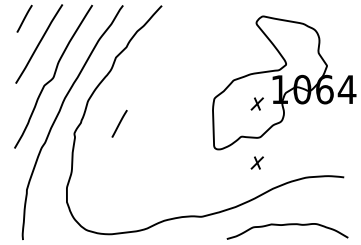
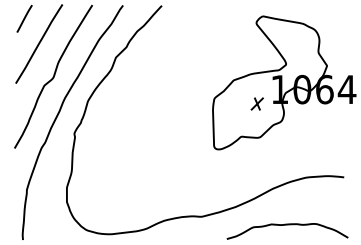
line at (119, 123): present -> none
part at (256, 162): present -> none
